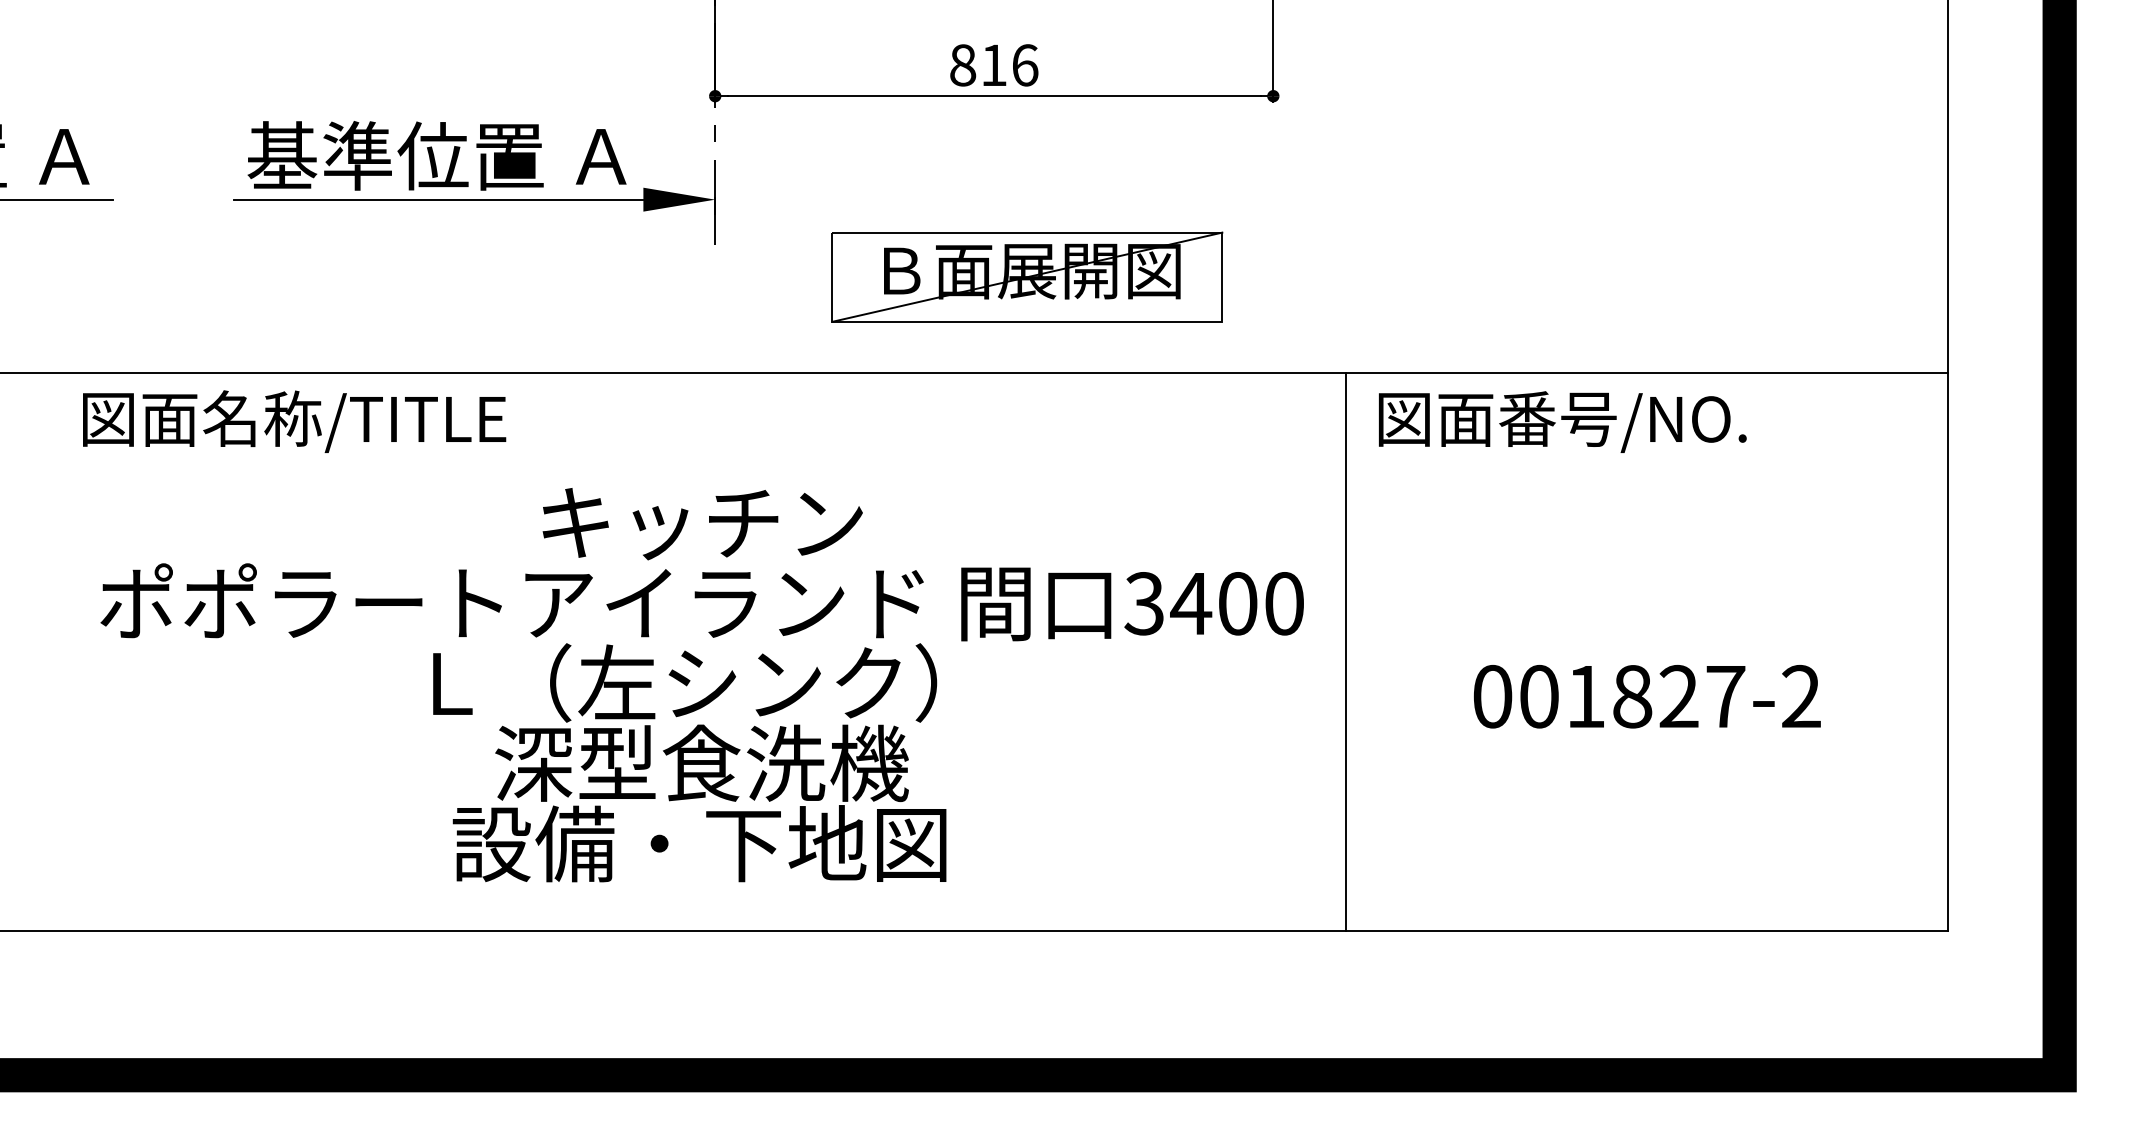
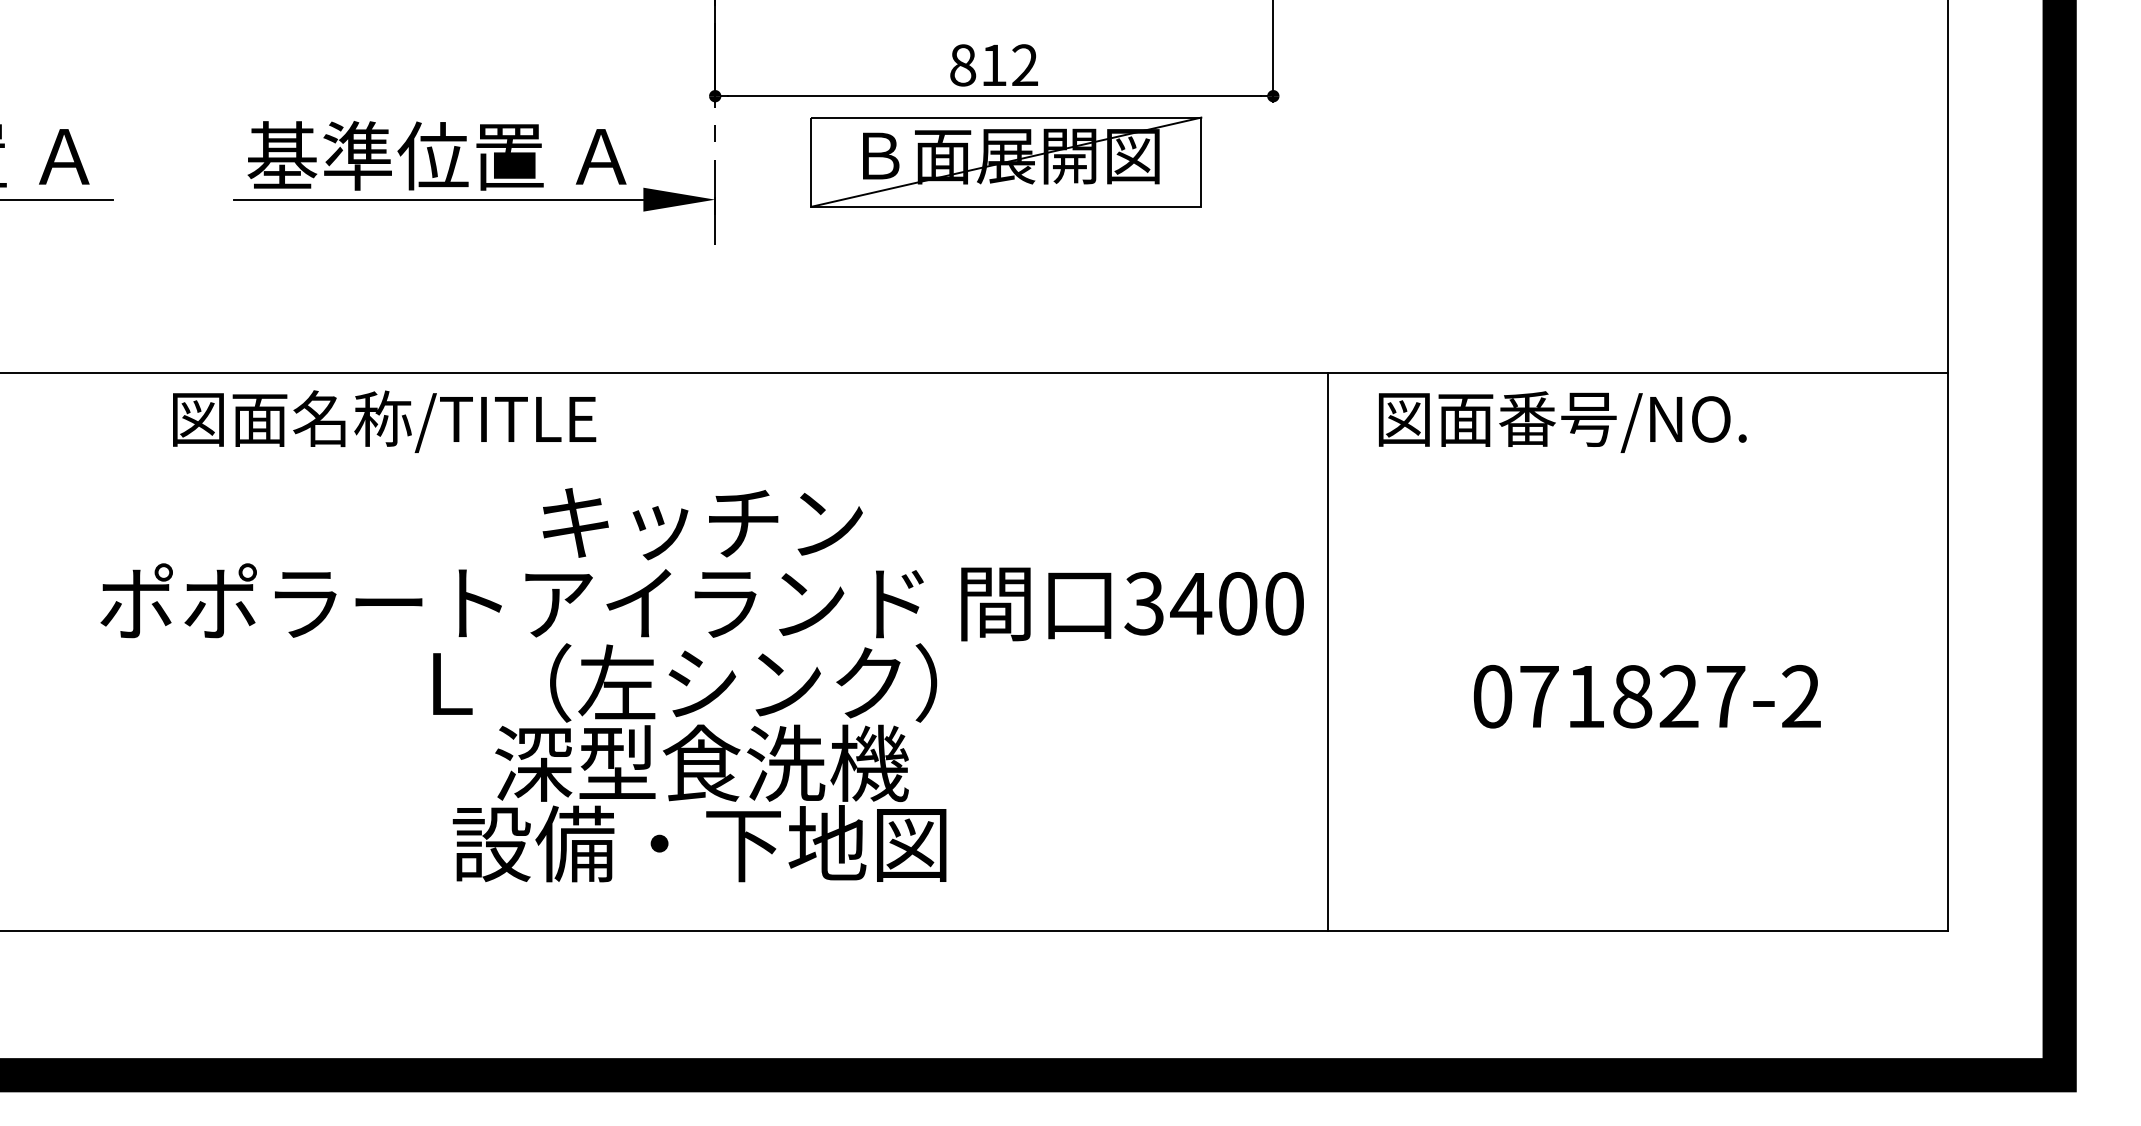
text at (1025, 65): 816 -> 812
part at (1027, 276) position: (1027, 276) -> (1006, 161)
text at (294, 421) position: (294, 421) -> (384, 421)
line at (1346, 651) position: (1346, 651) -> (1328, 651)
text at (1539, 696): 001827-2 -> 071827-2
